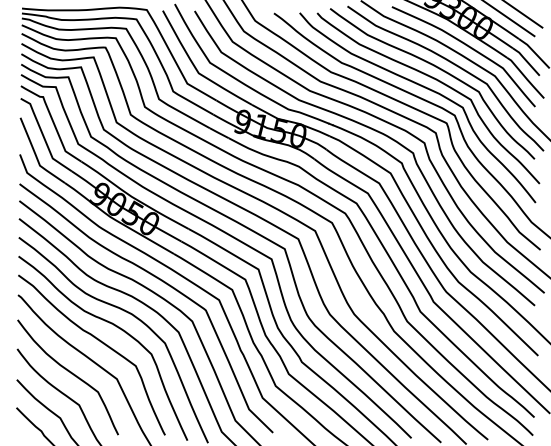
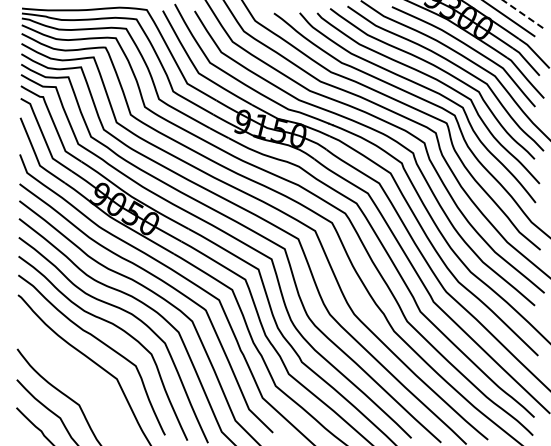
line at (522, 13): solid -> dashed
curve at (70, 373): present -> none
